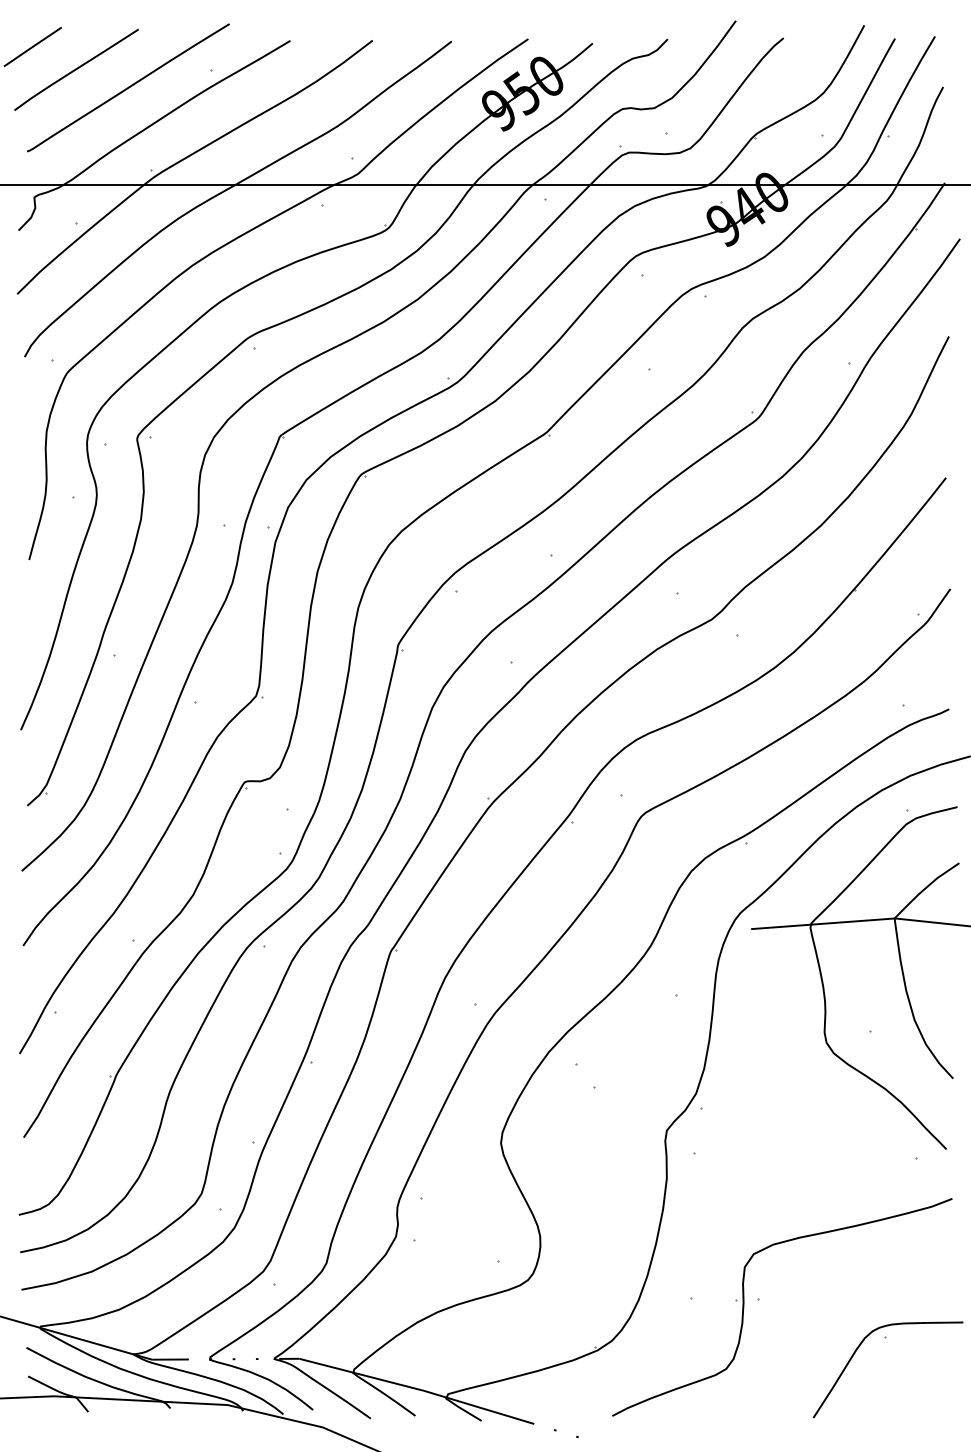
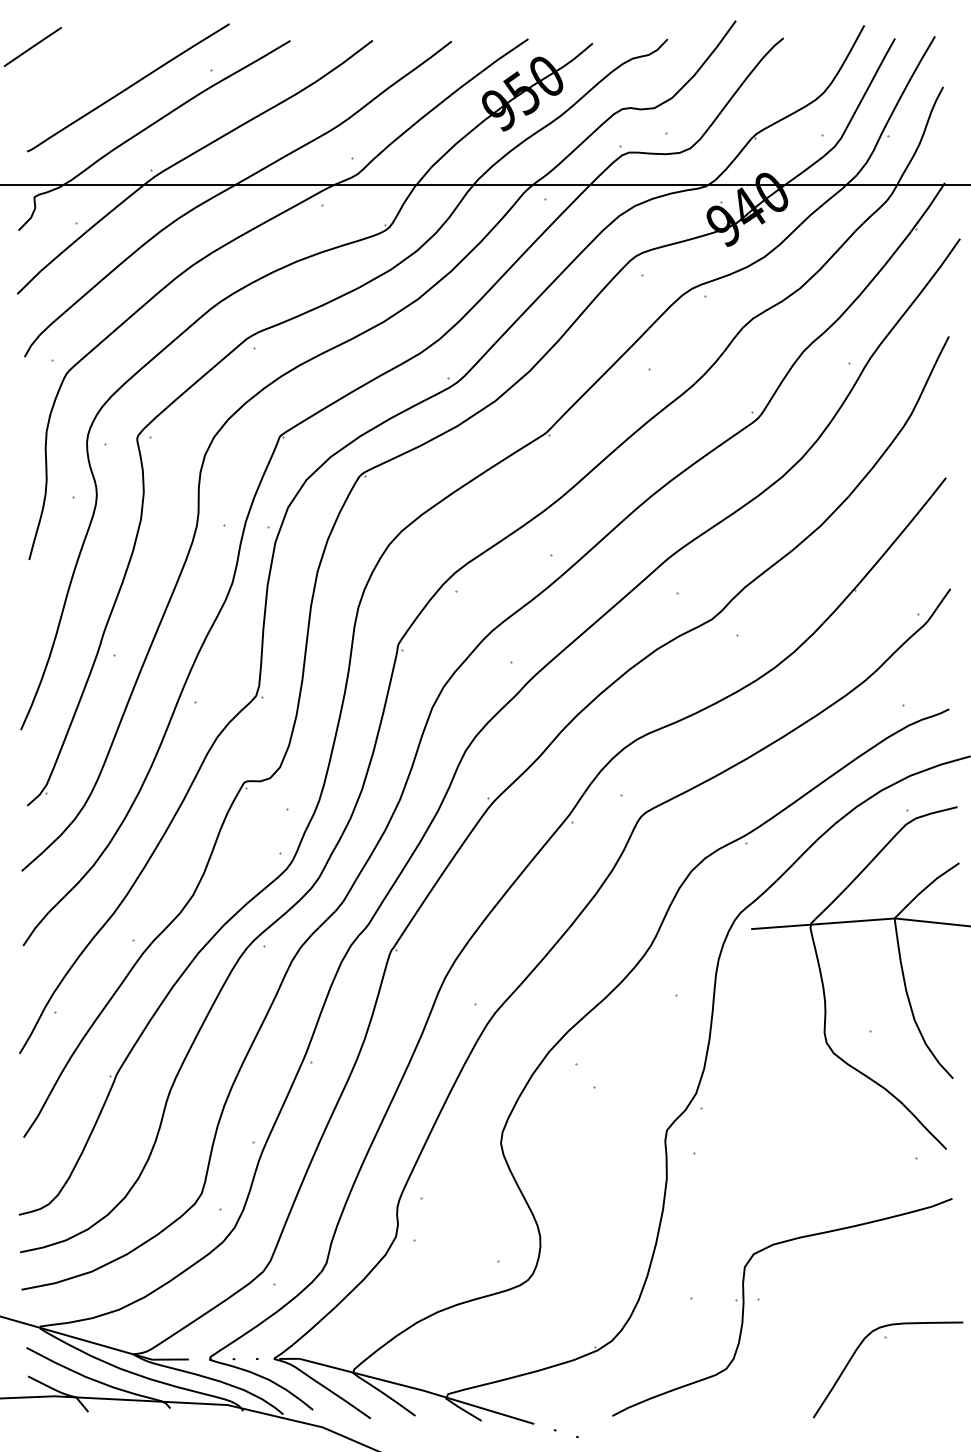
curve at (76, 69): present -> none
